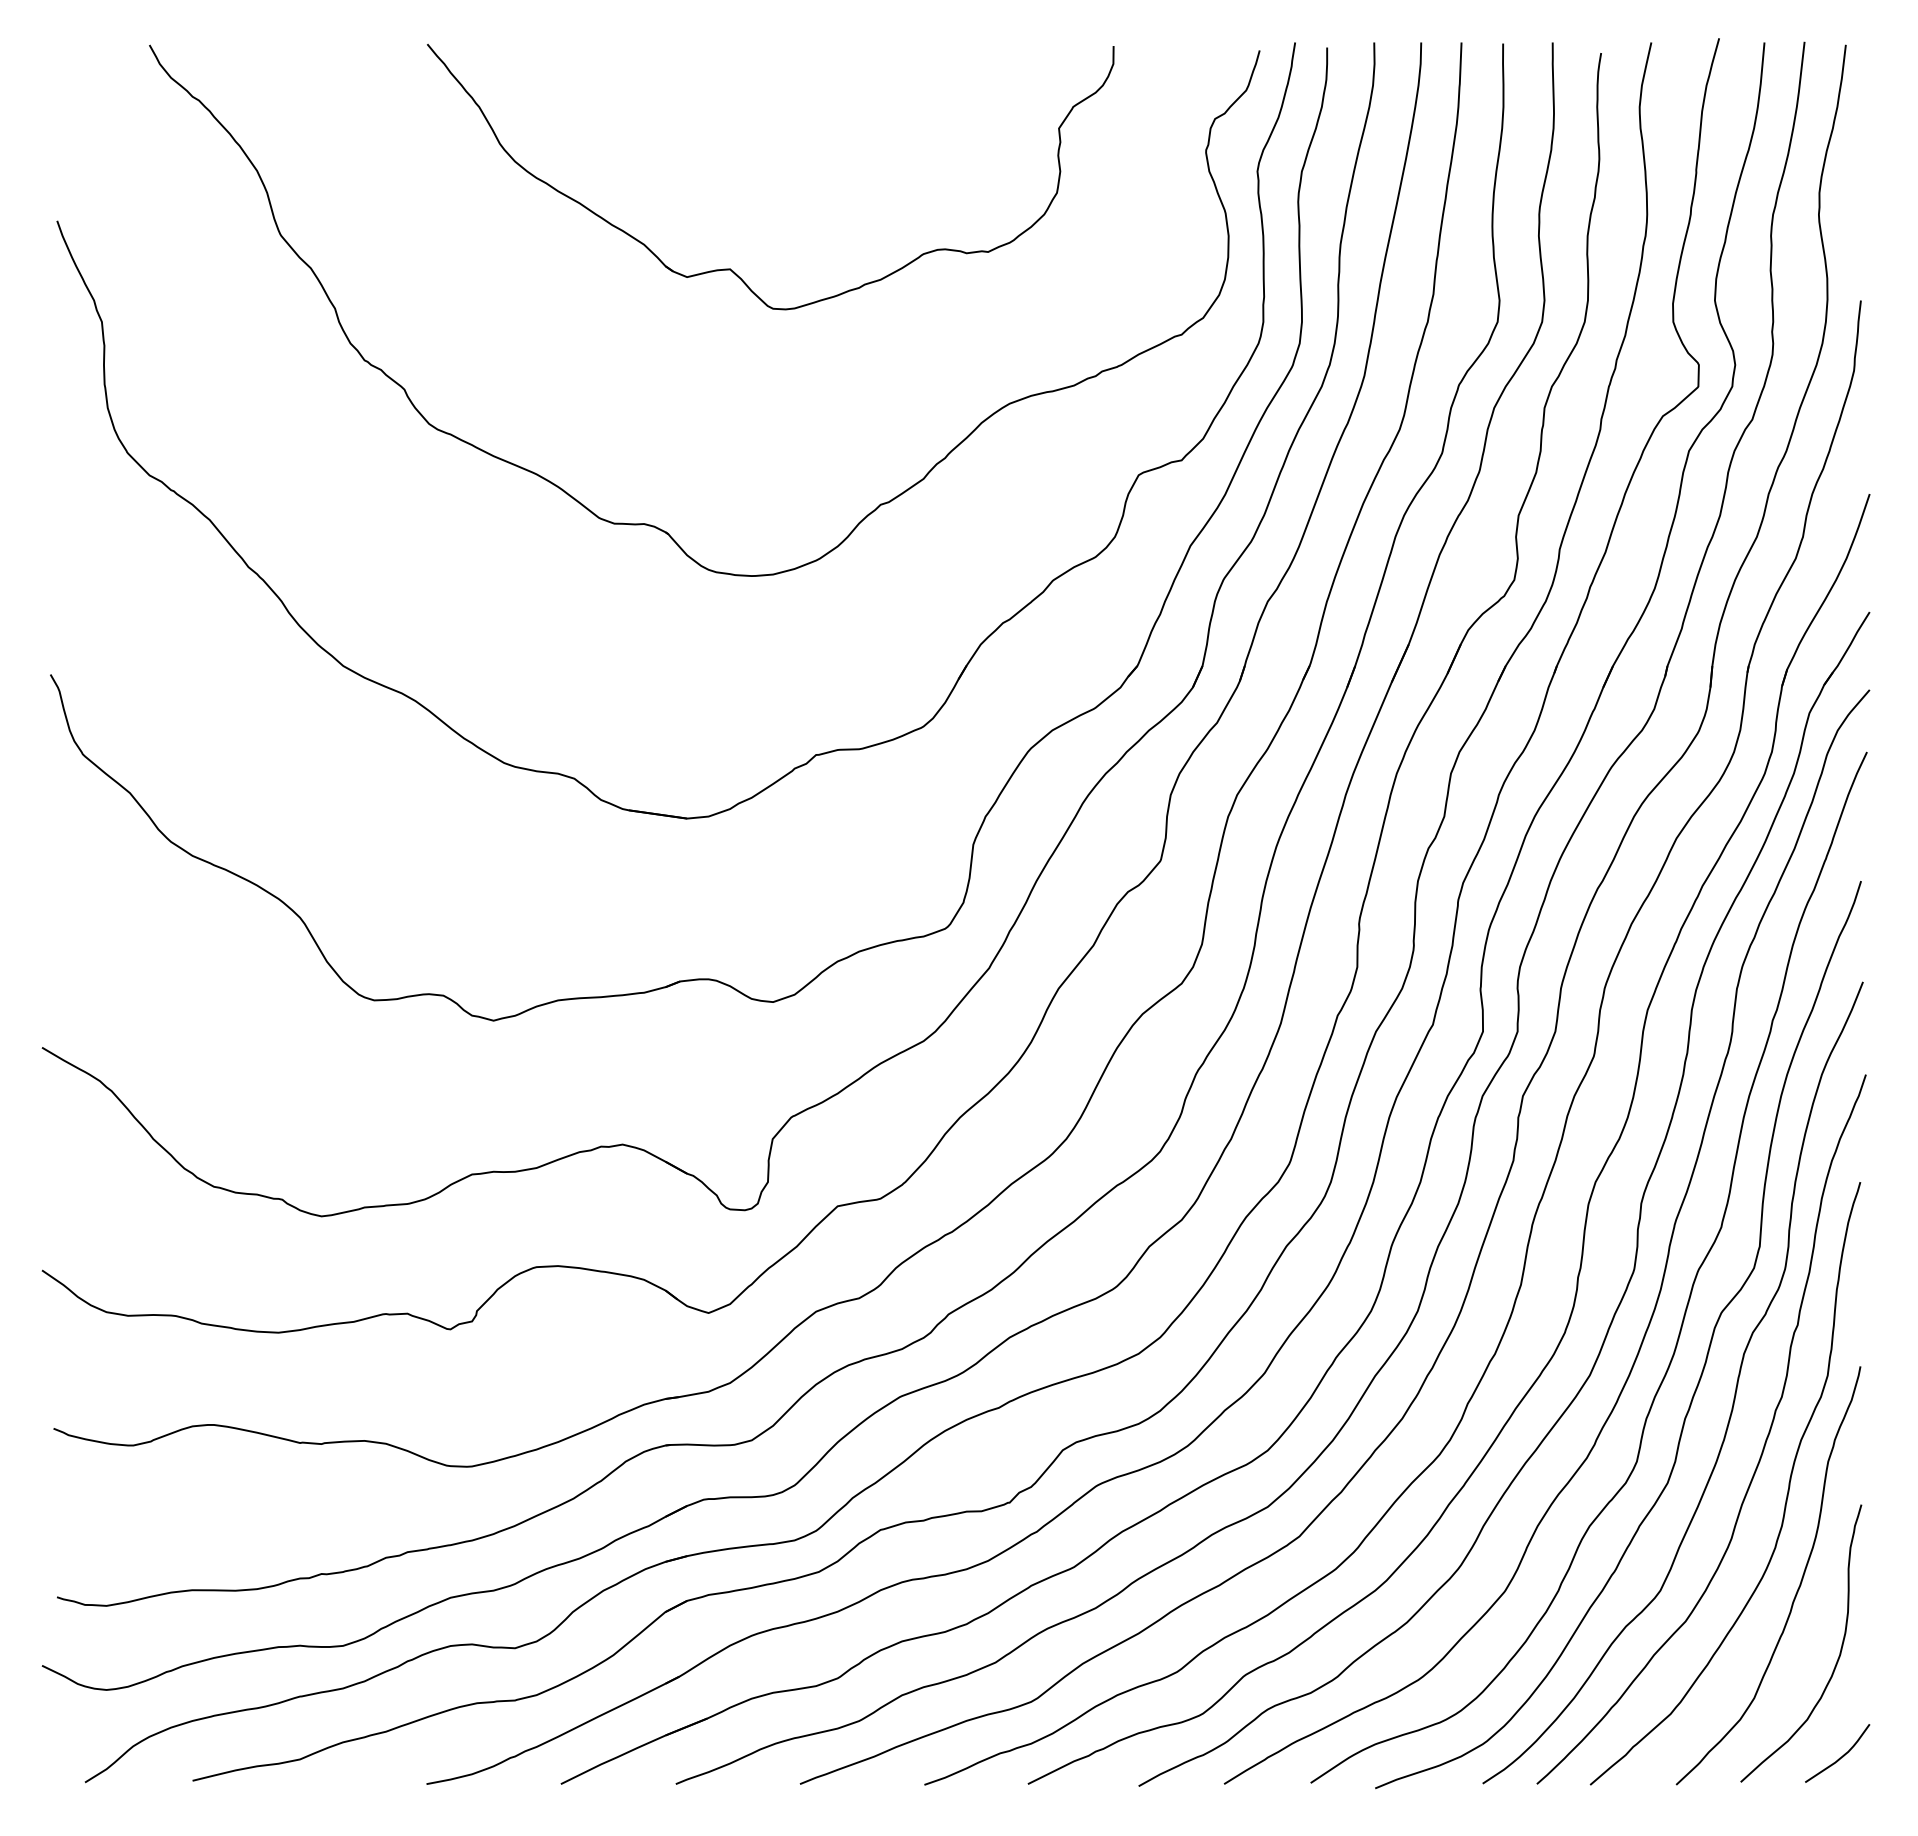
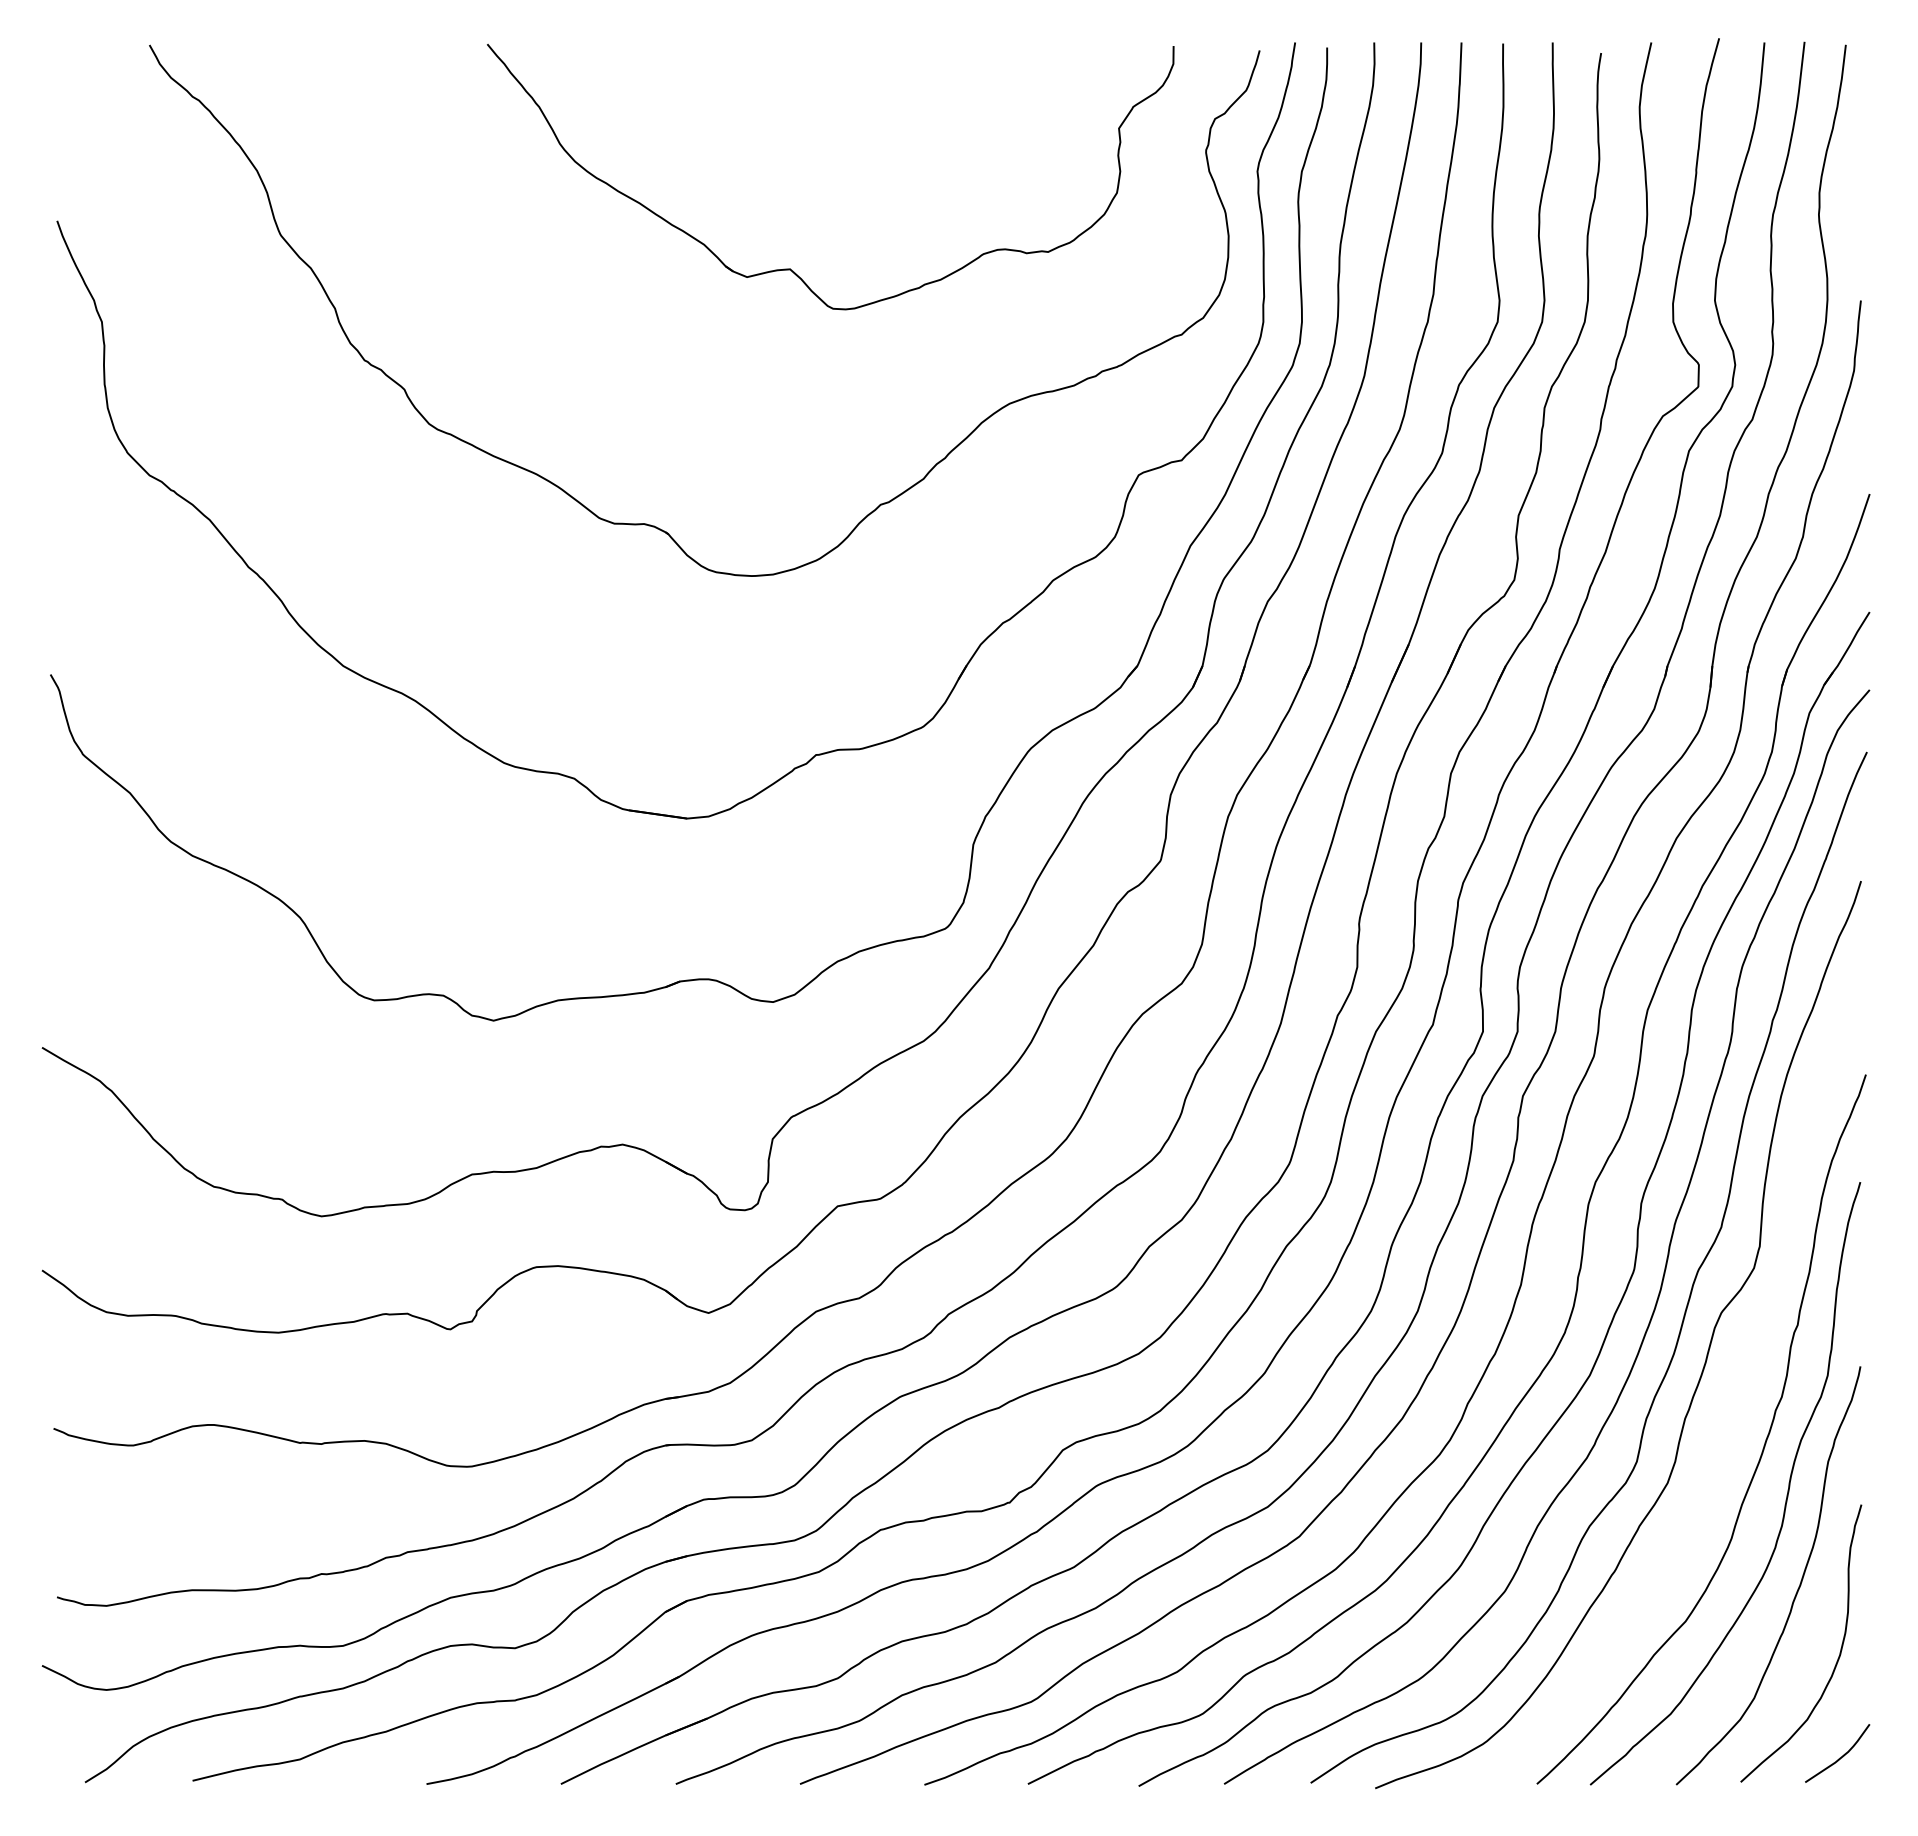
part at (730, 268) position: (730, 268) -> (790, 268)
curve at (1734, 1392): present -> none
